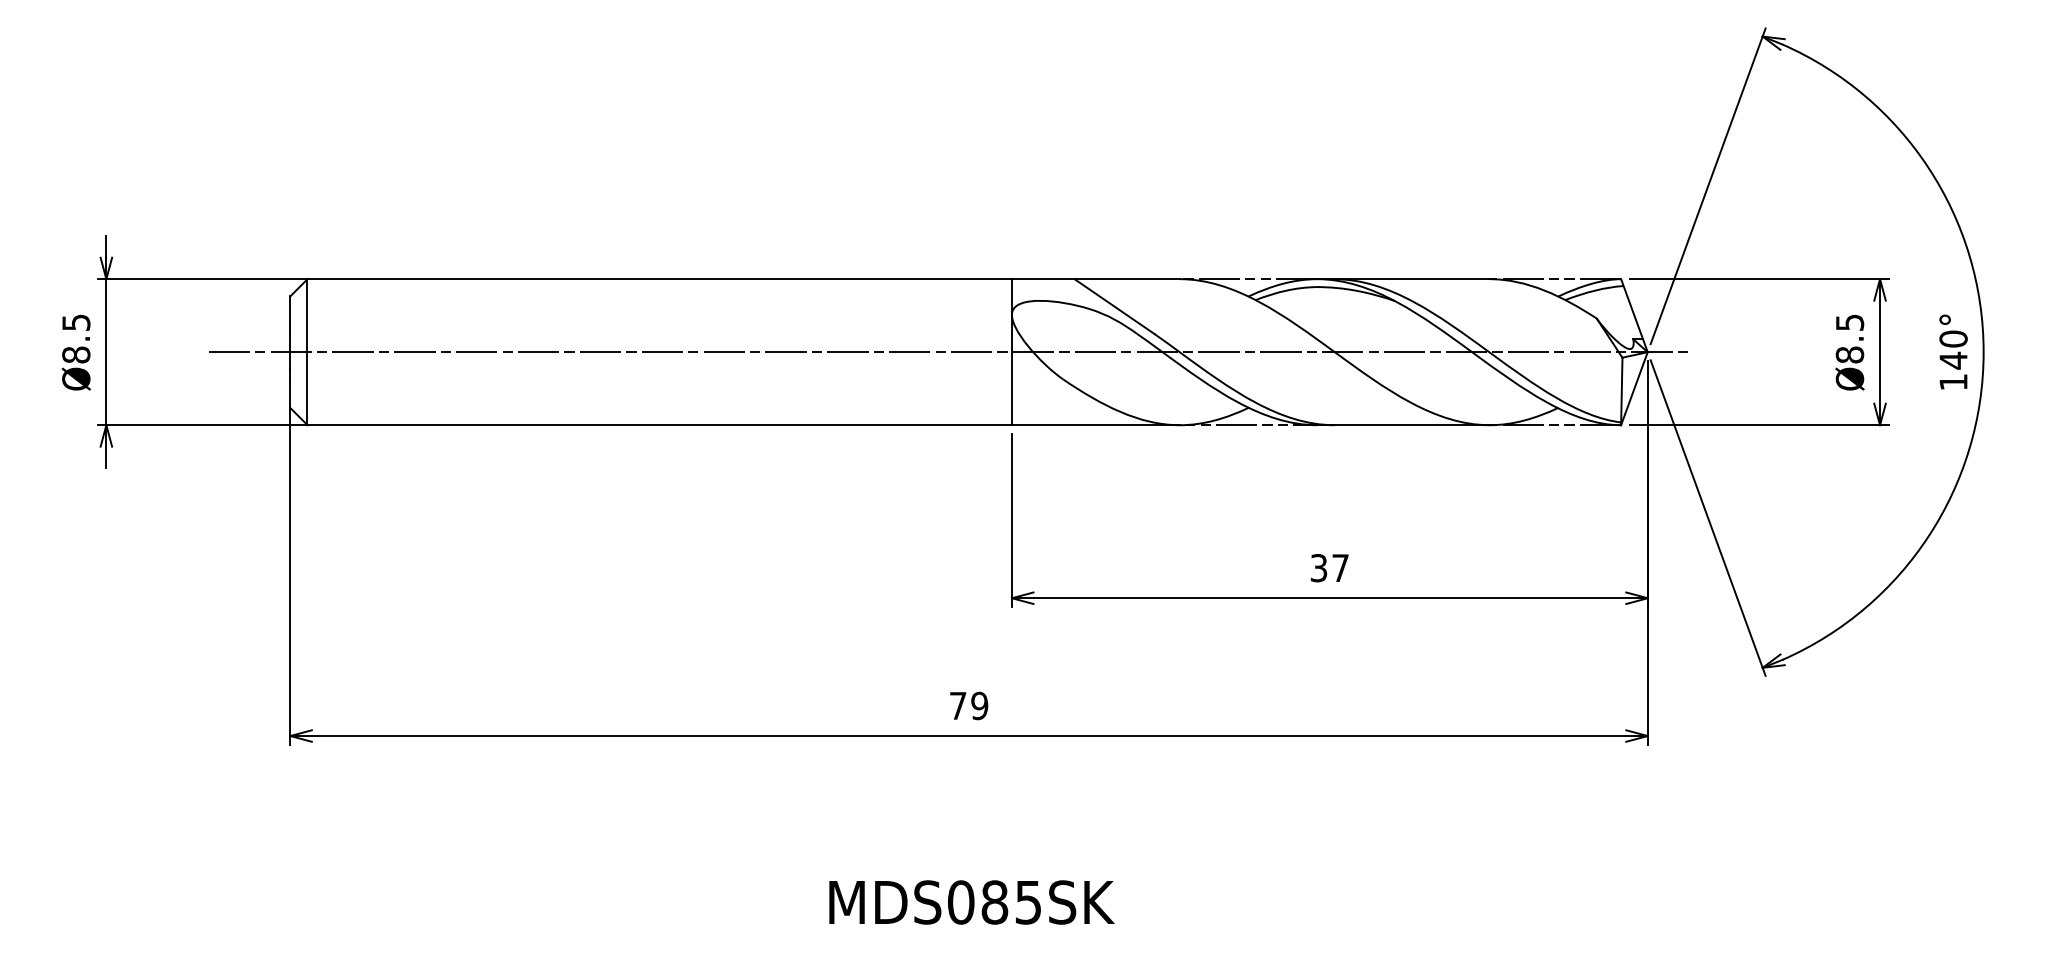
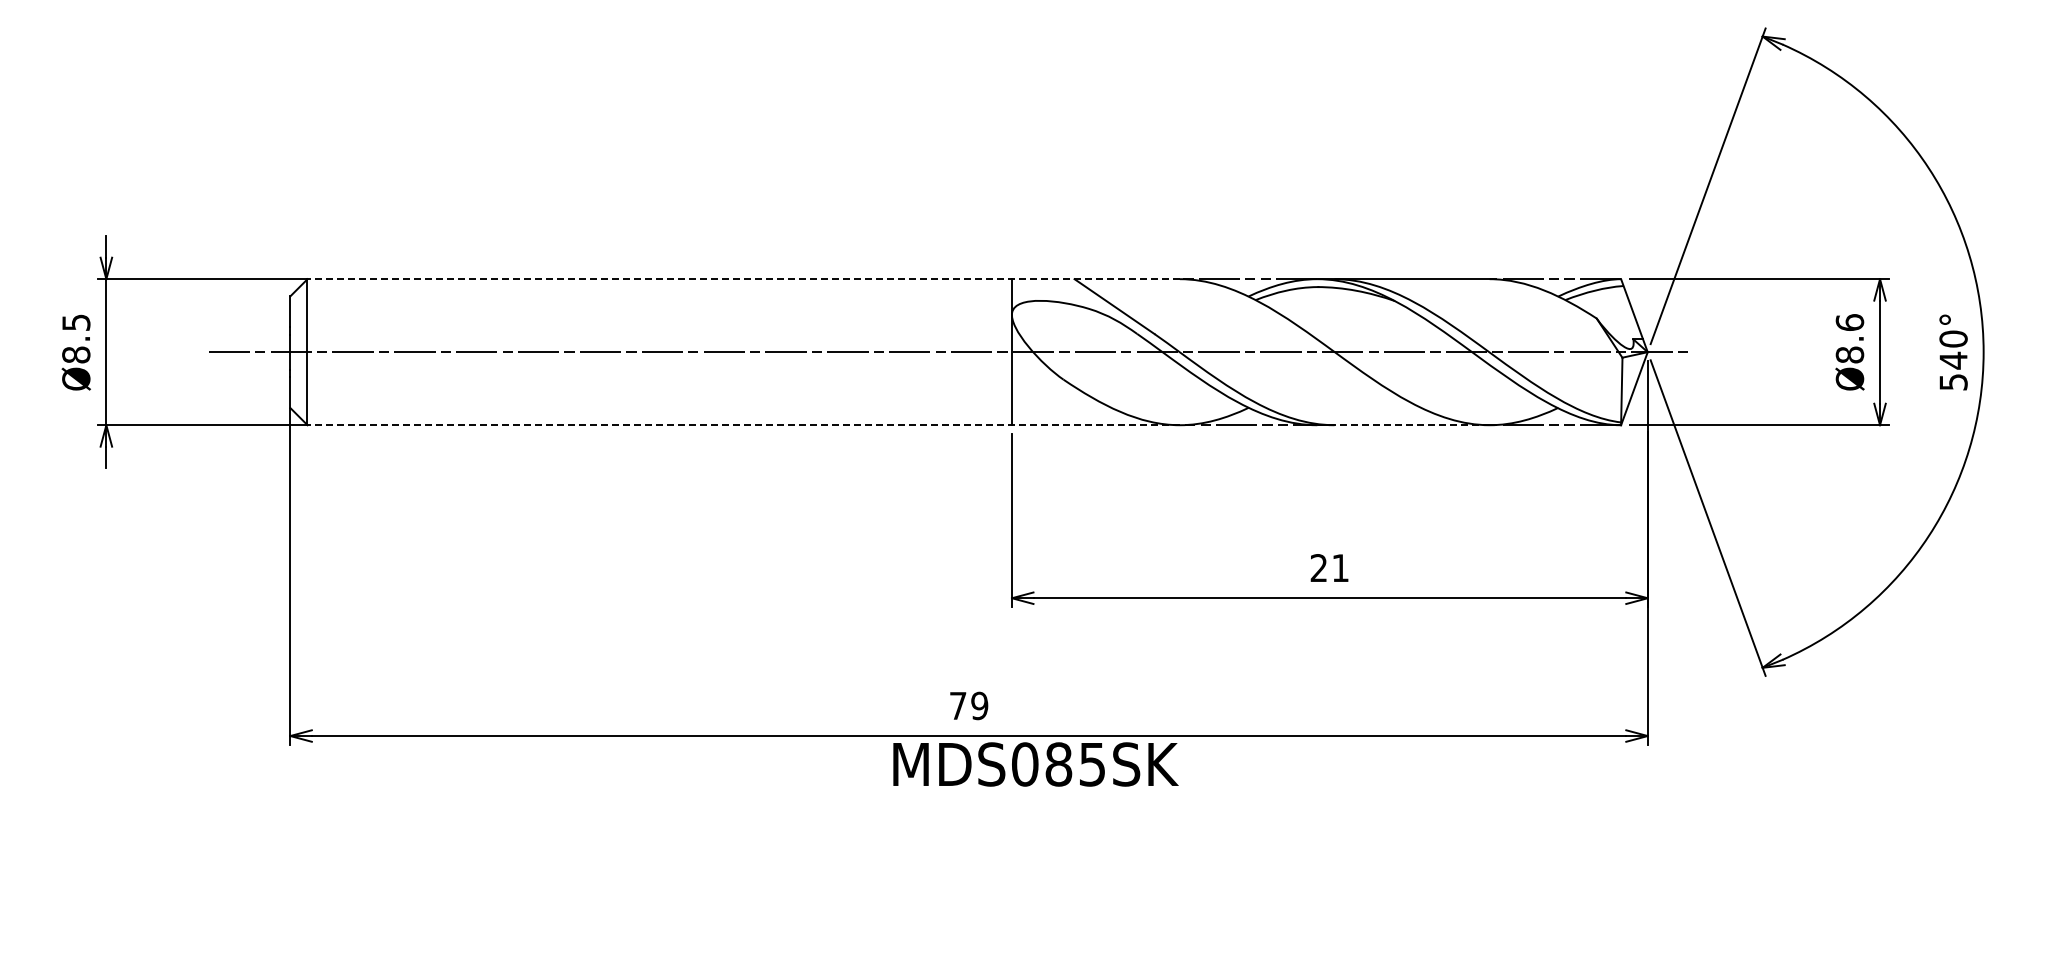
line at (743, 279): solid -> dashed
text at (1849, 322): Ø8.5 -> Ø8.6
text at (1953, 382): 140° -> 540°
line at (743, 425): solid -> dashed
line at (1403, 425): solid -> dashed
text at (1329, 568): 37 -> 21
text at (971, 902) position: (971, 902) -> (1035, 764)
